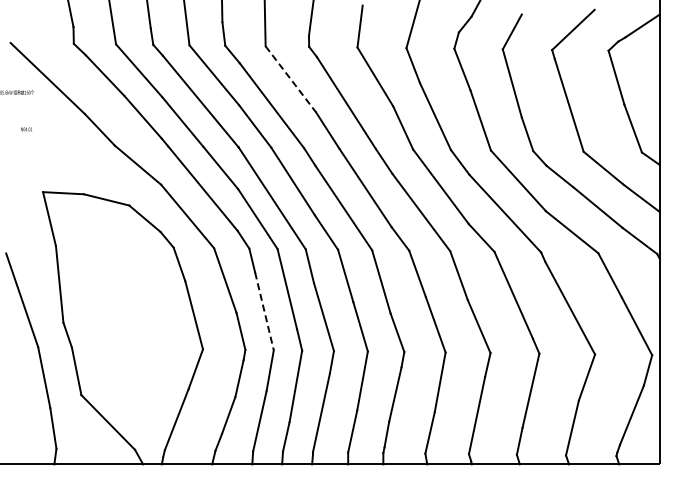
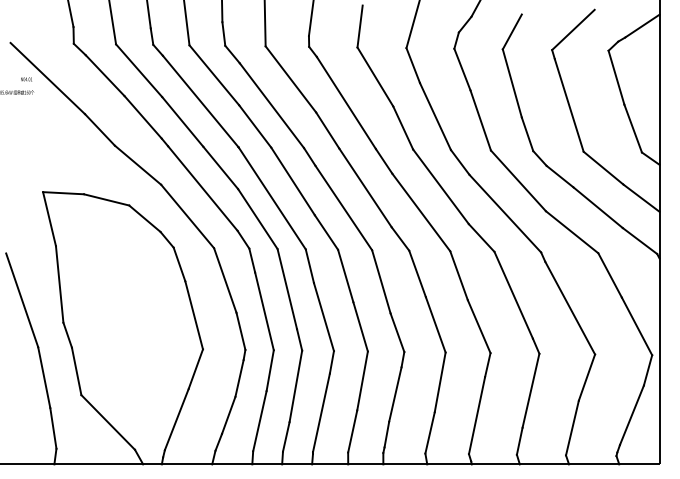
line at (290, 79): dashed -> solid
text at (26, 129) position: (26, 129) -> (26, 79)
line at (264, 311): dashed -> solid
